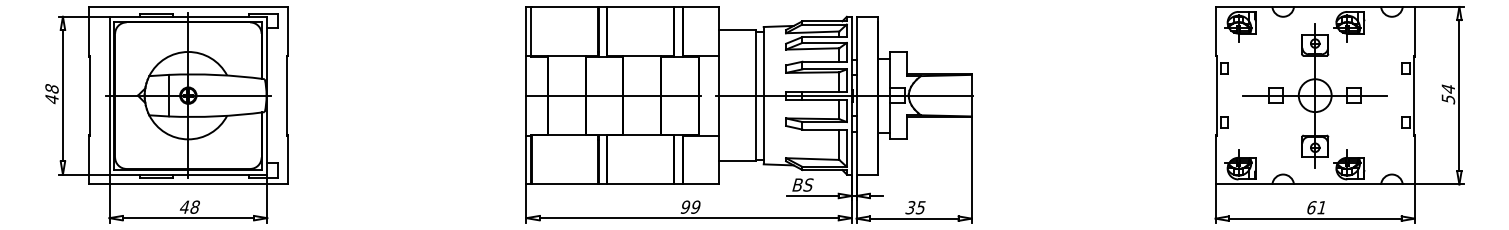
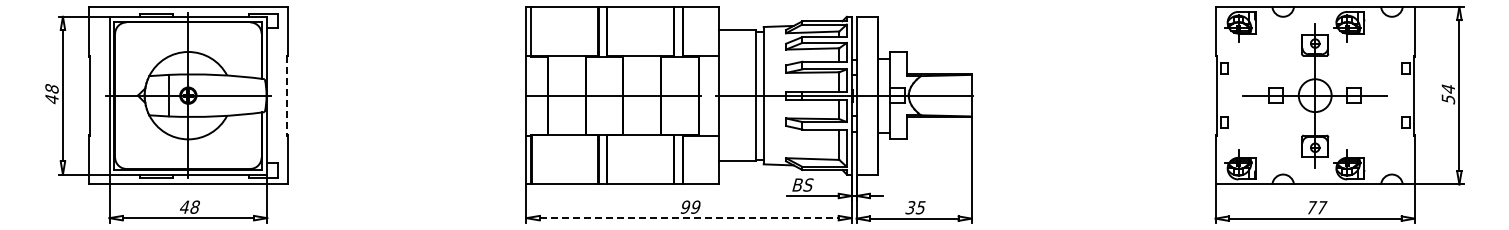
line at (286, 95): solid -> dashed
text at (1317, 207): 61 -> 77
line at (689, 218): solid -> dashed
